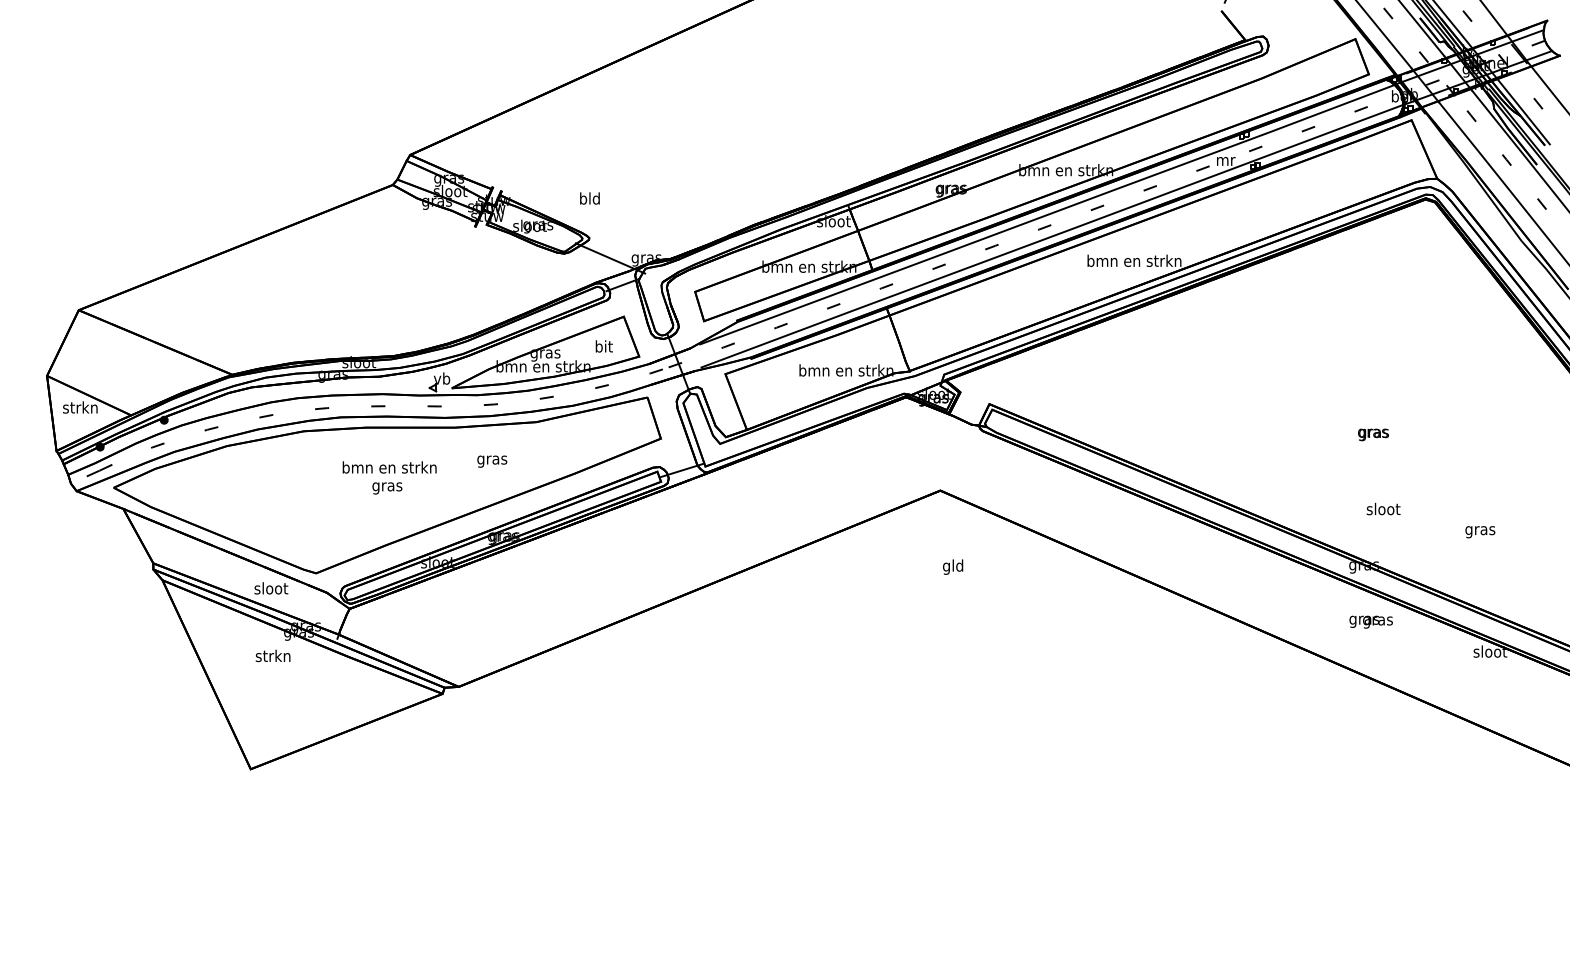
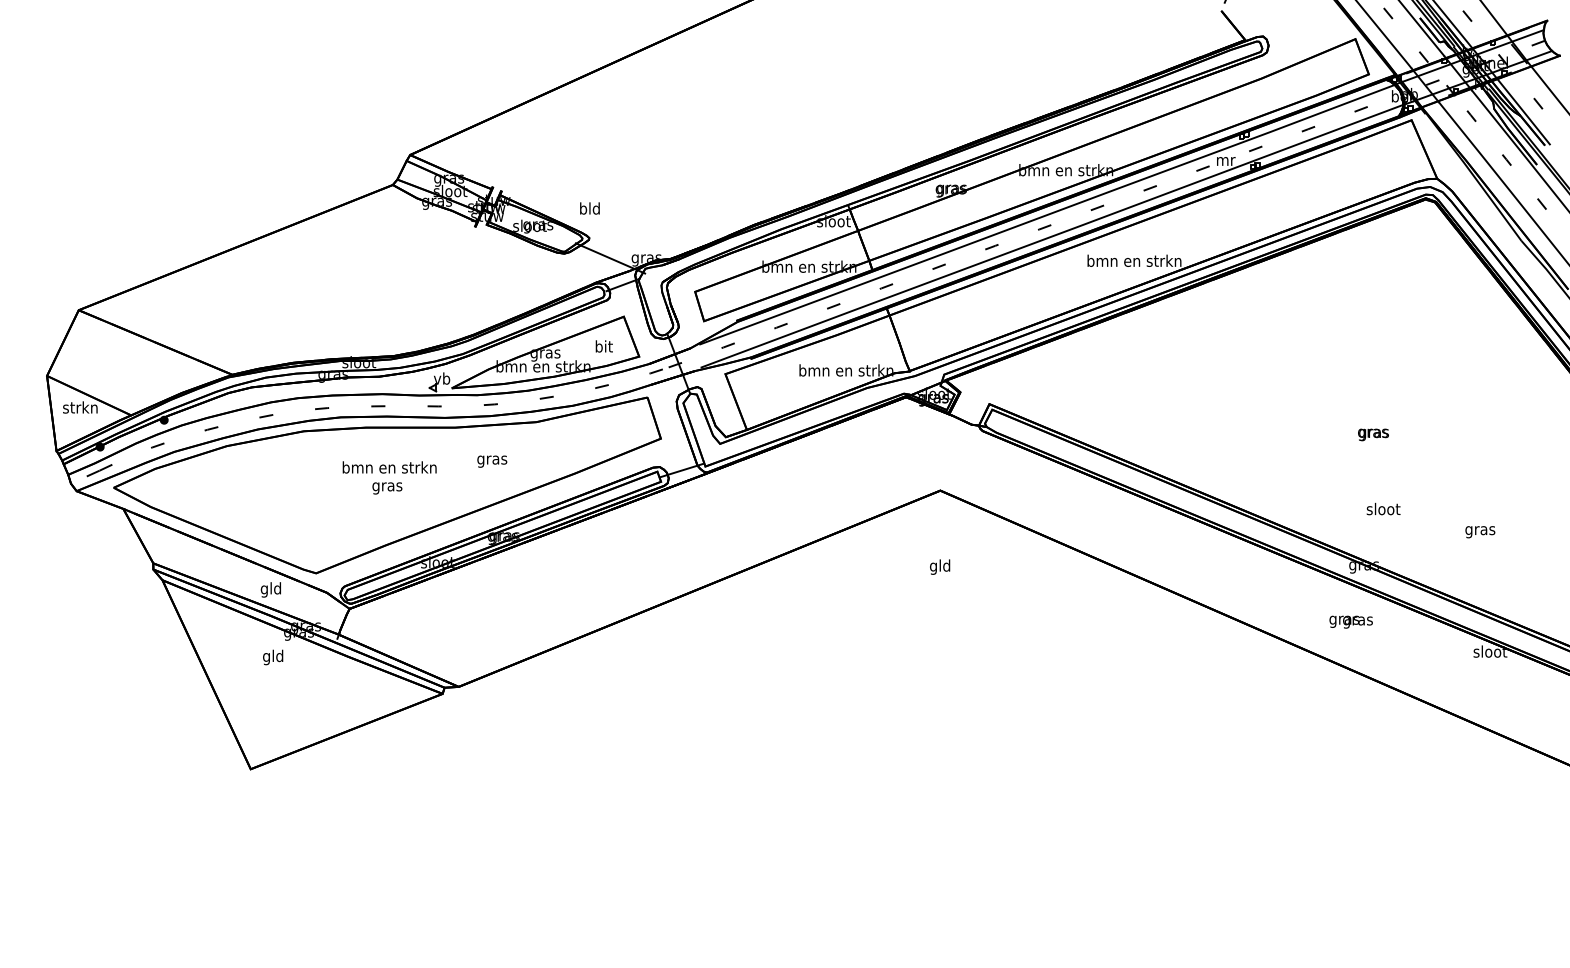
text at (589, 198) position: (589, 198) -> (589, 208)
text at (953, 566) position: (953, 566) -> (940, 566)
text at (271, 589): sloot -> gld
text at (1370, 621) position: (1370, 621) -> (1350, 621)
text at (272, 657): strkn -> gld
